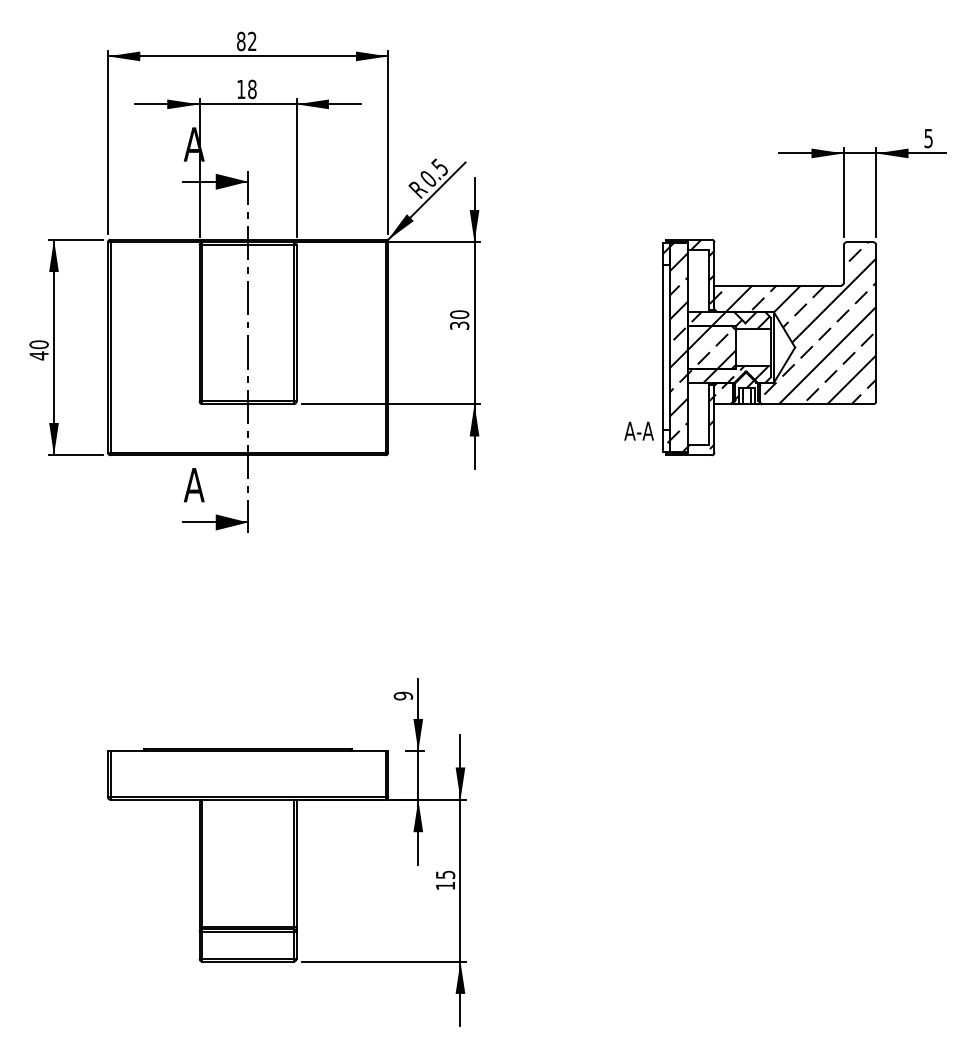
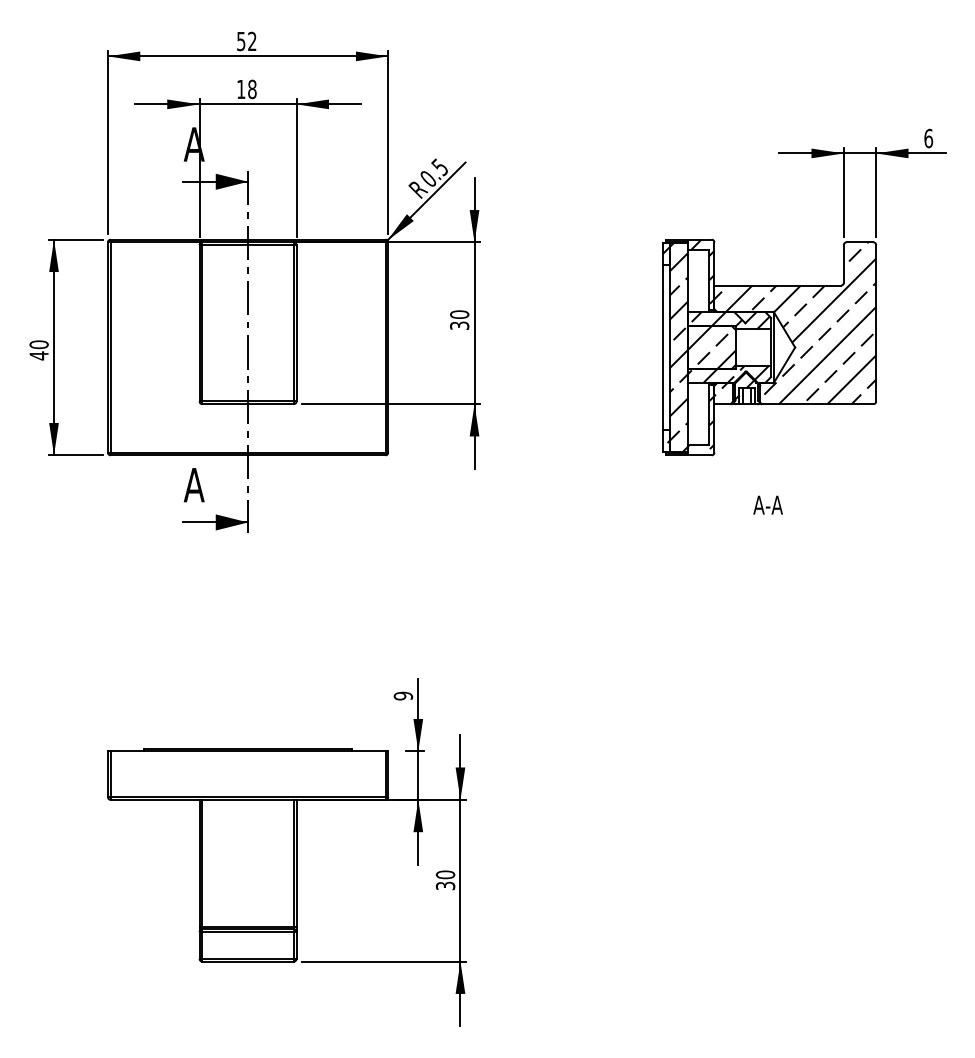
text at (241, 41): 82 -> 52
text at (928, 138): 5 -> 6
text at (638, 430) position: (638, 430) -> (767, 504)
text at (445, 880): 15 -> 30
